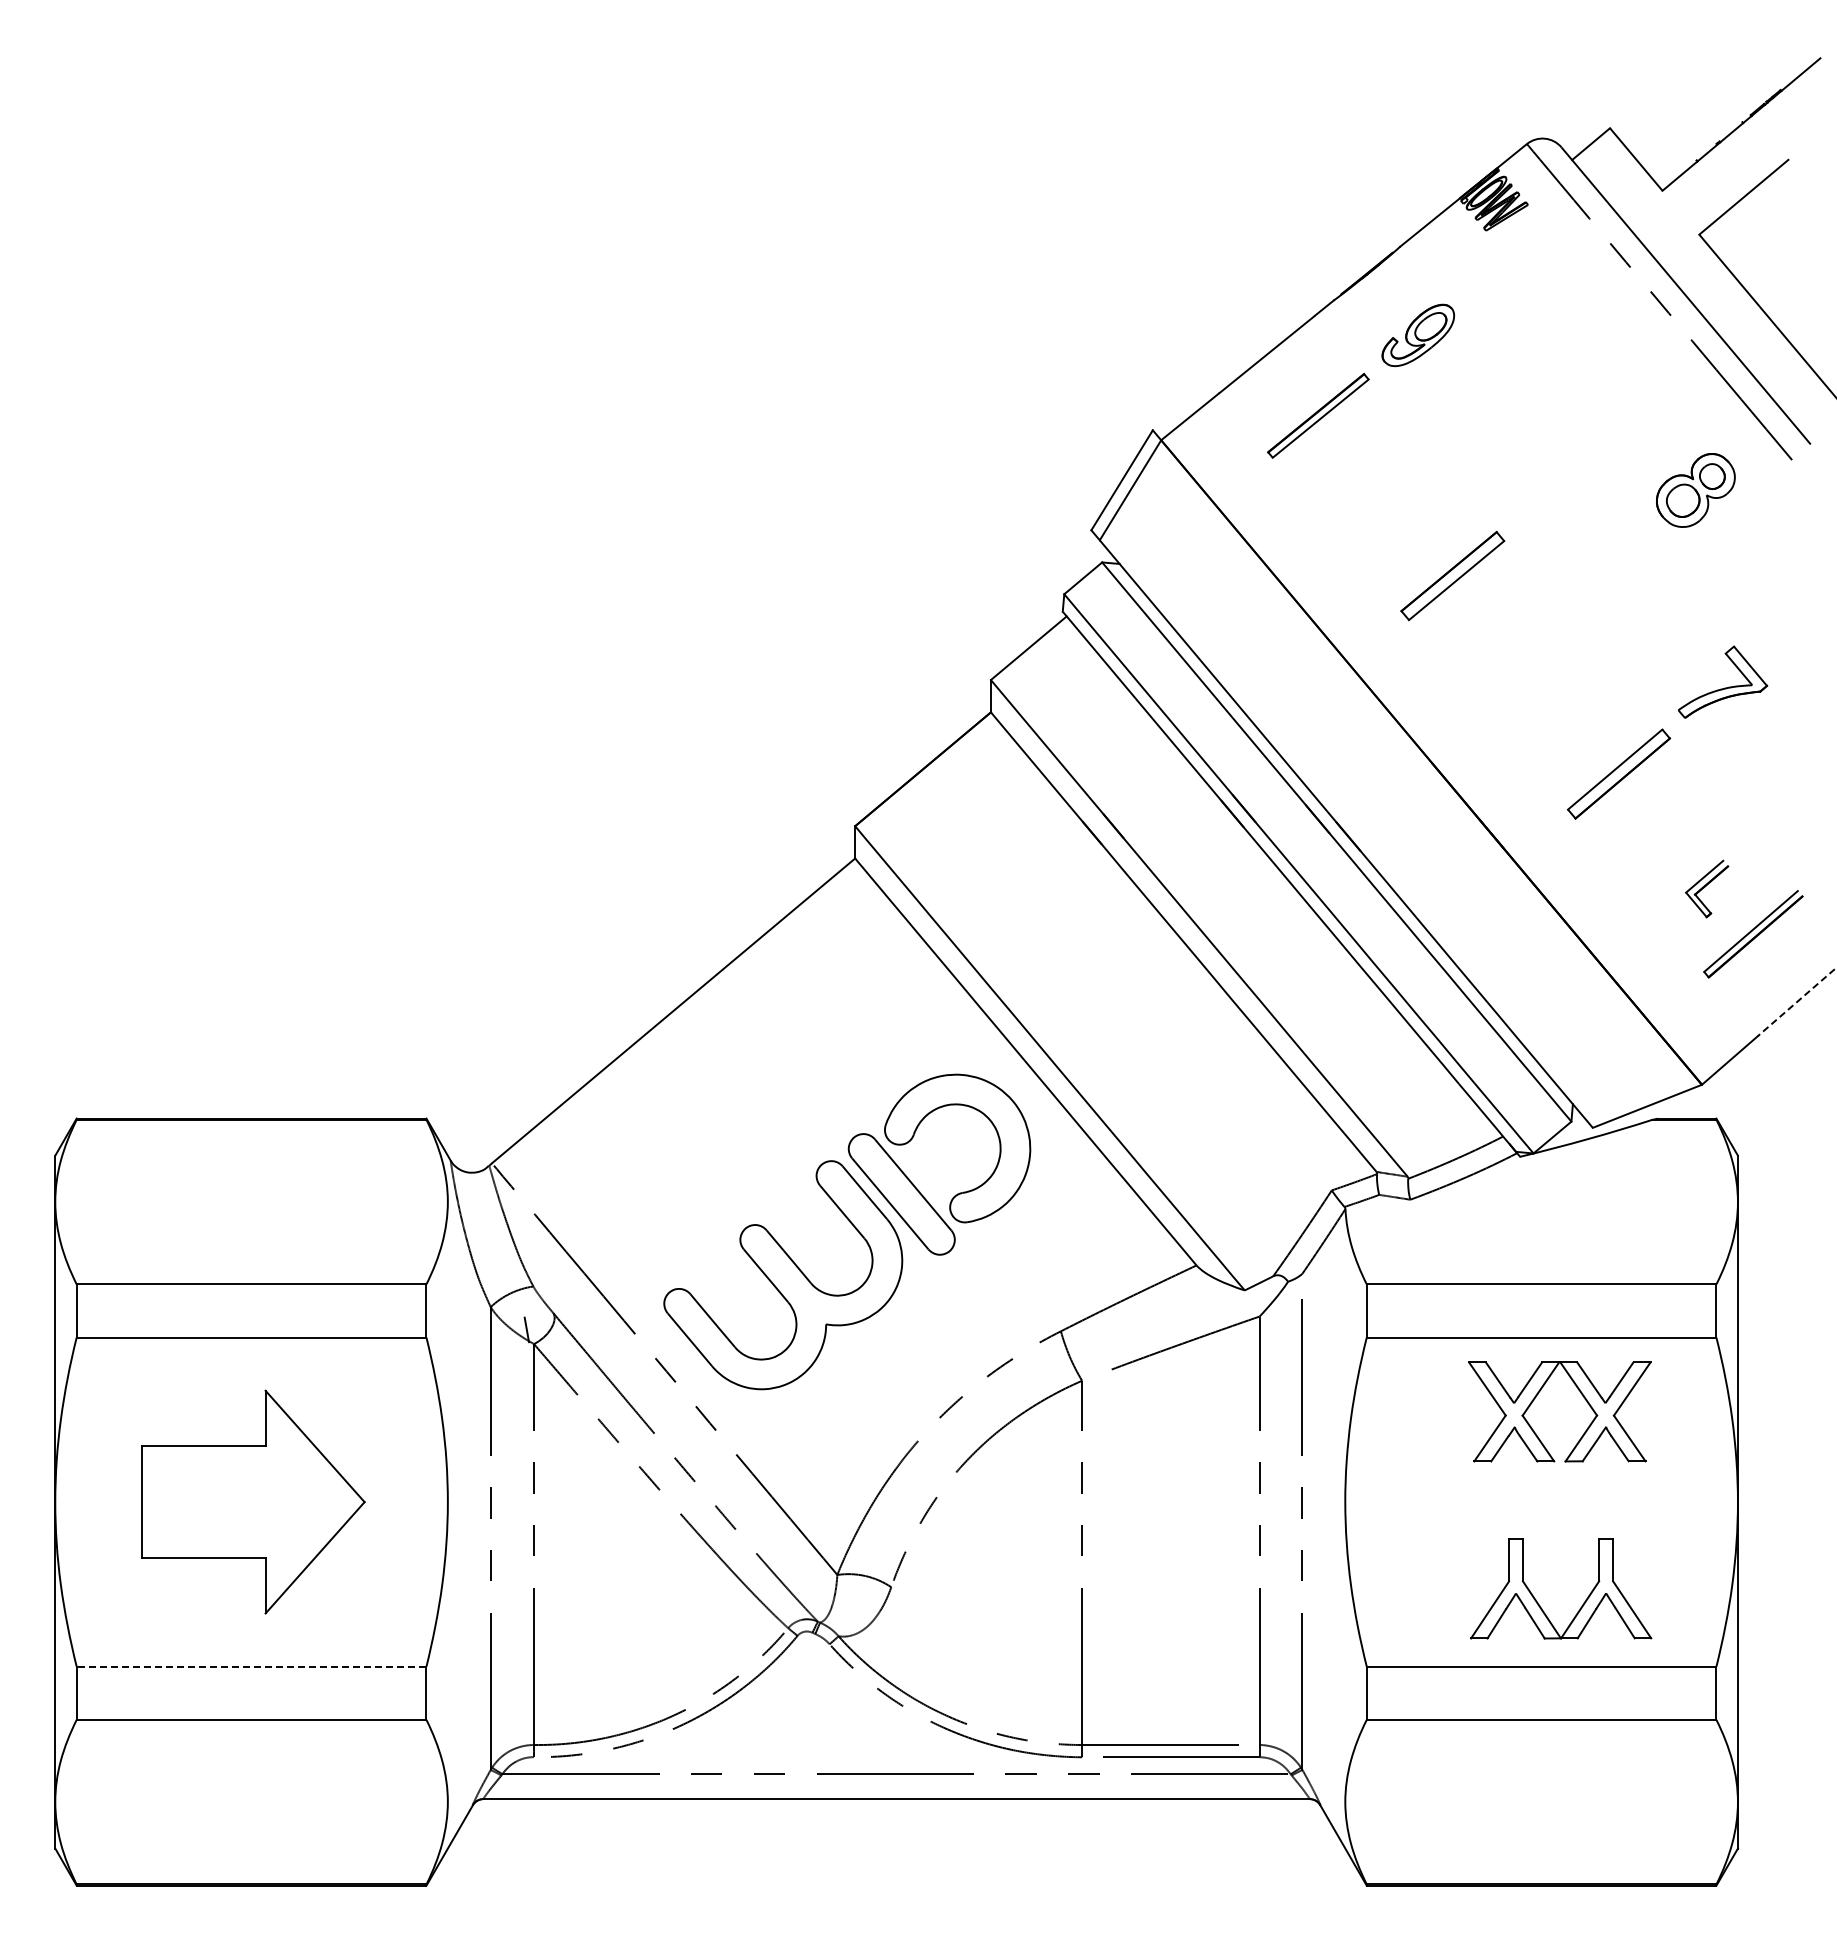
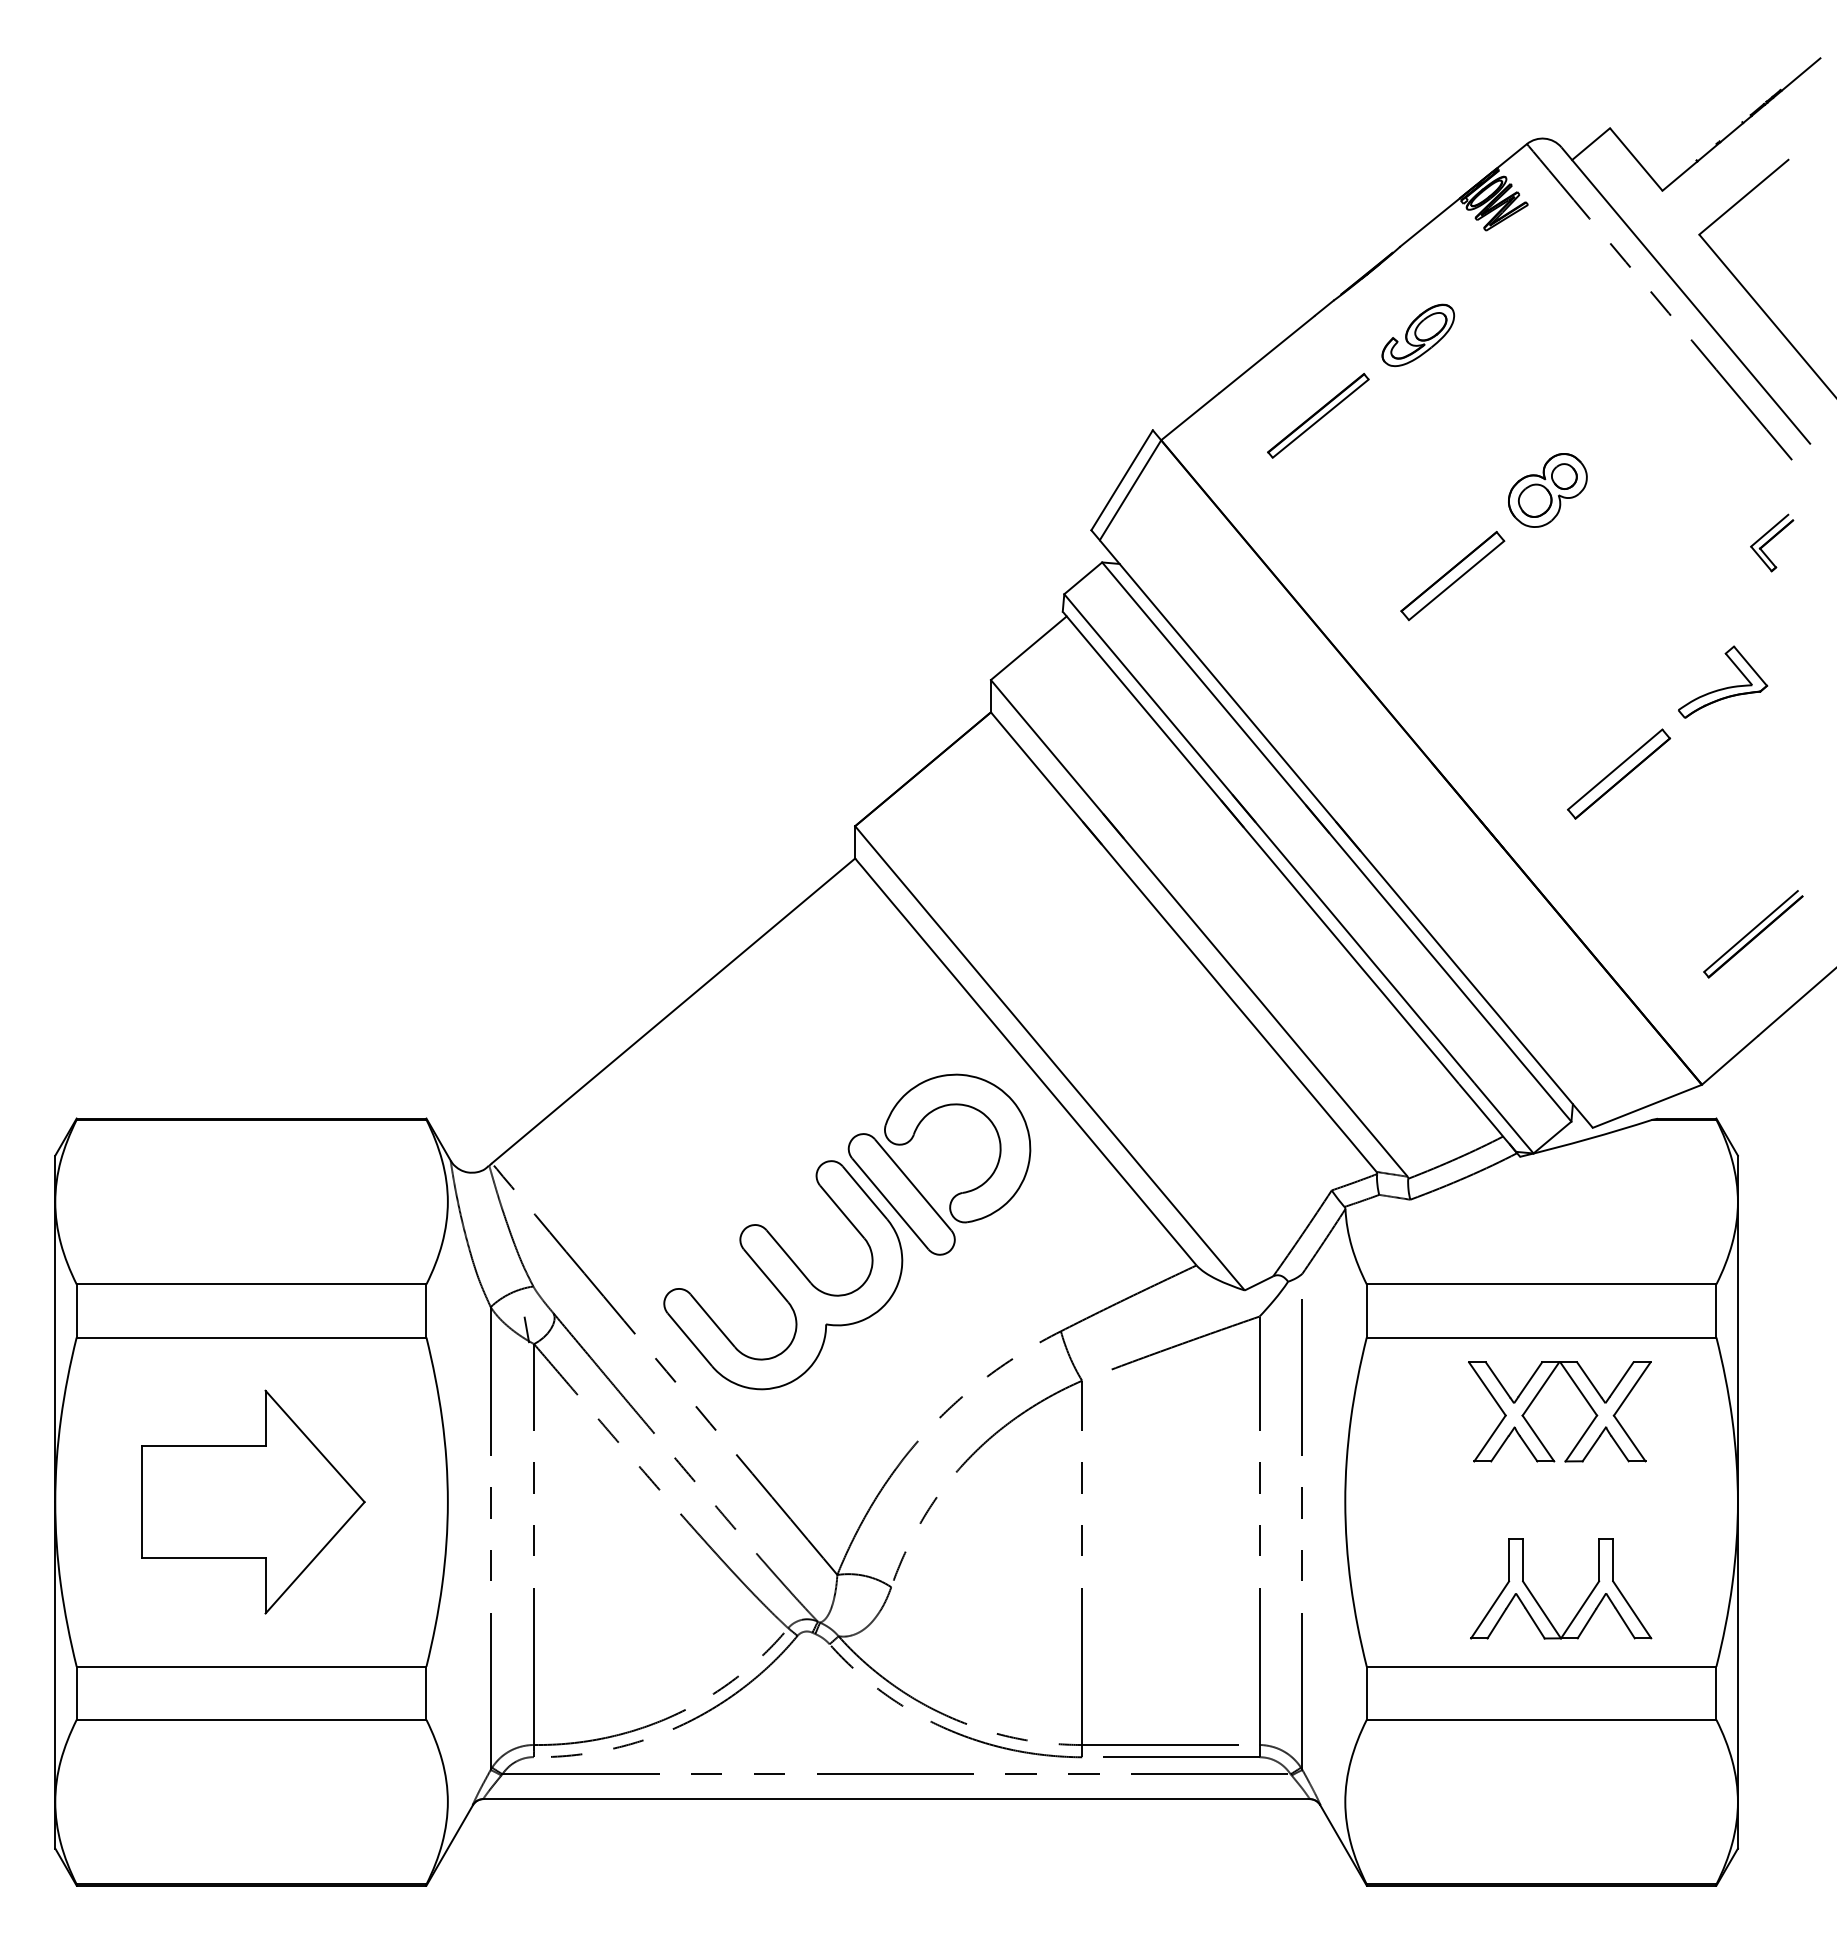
part at (1695, 490) position: (1695, 490) -> (1547, 490)
part at (1707, 888) position: (1707, 888) -> (1772, 542)
line at (1796, 1002): dashed -> solid
line at (251, 1666): dashed -> solid
